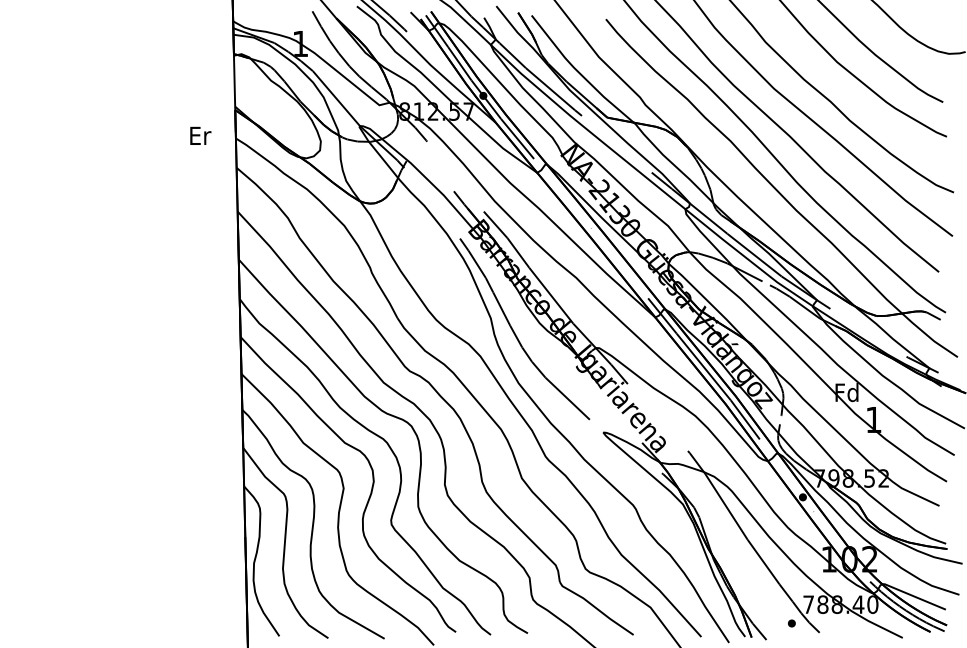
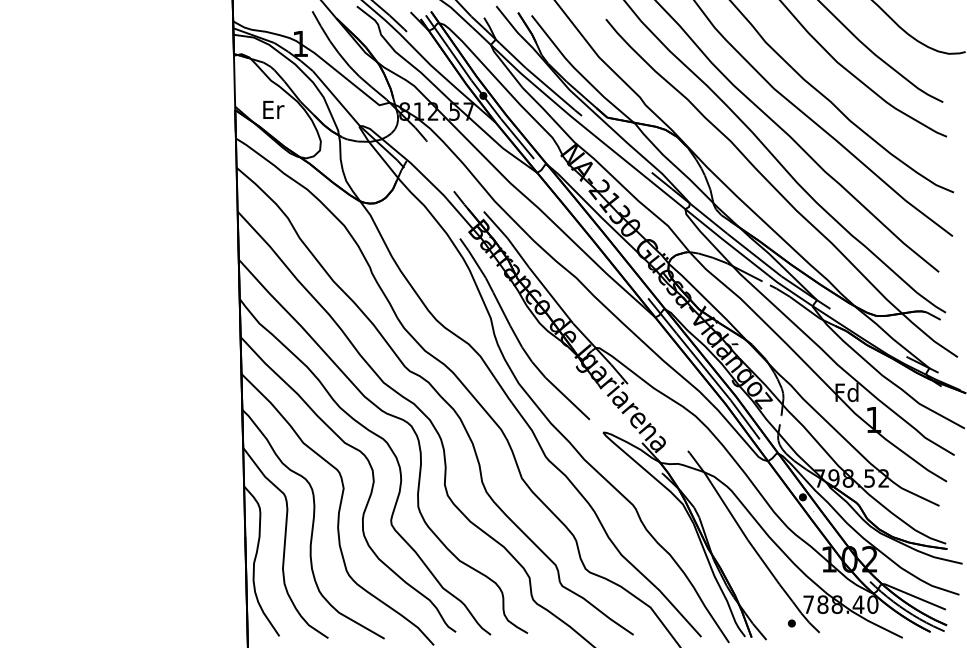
text at (200, 135) position: (200, 135) -> (273, 109)
